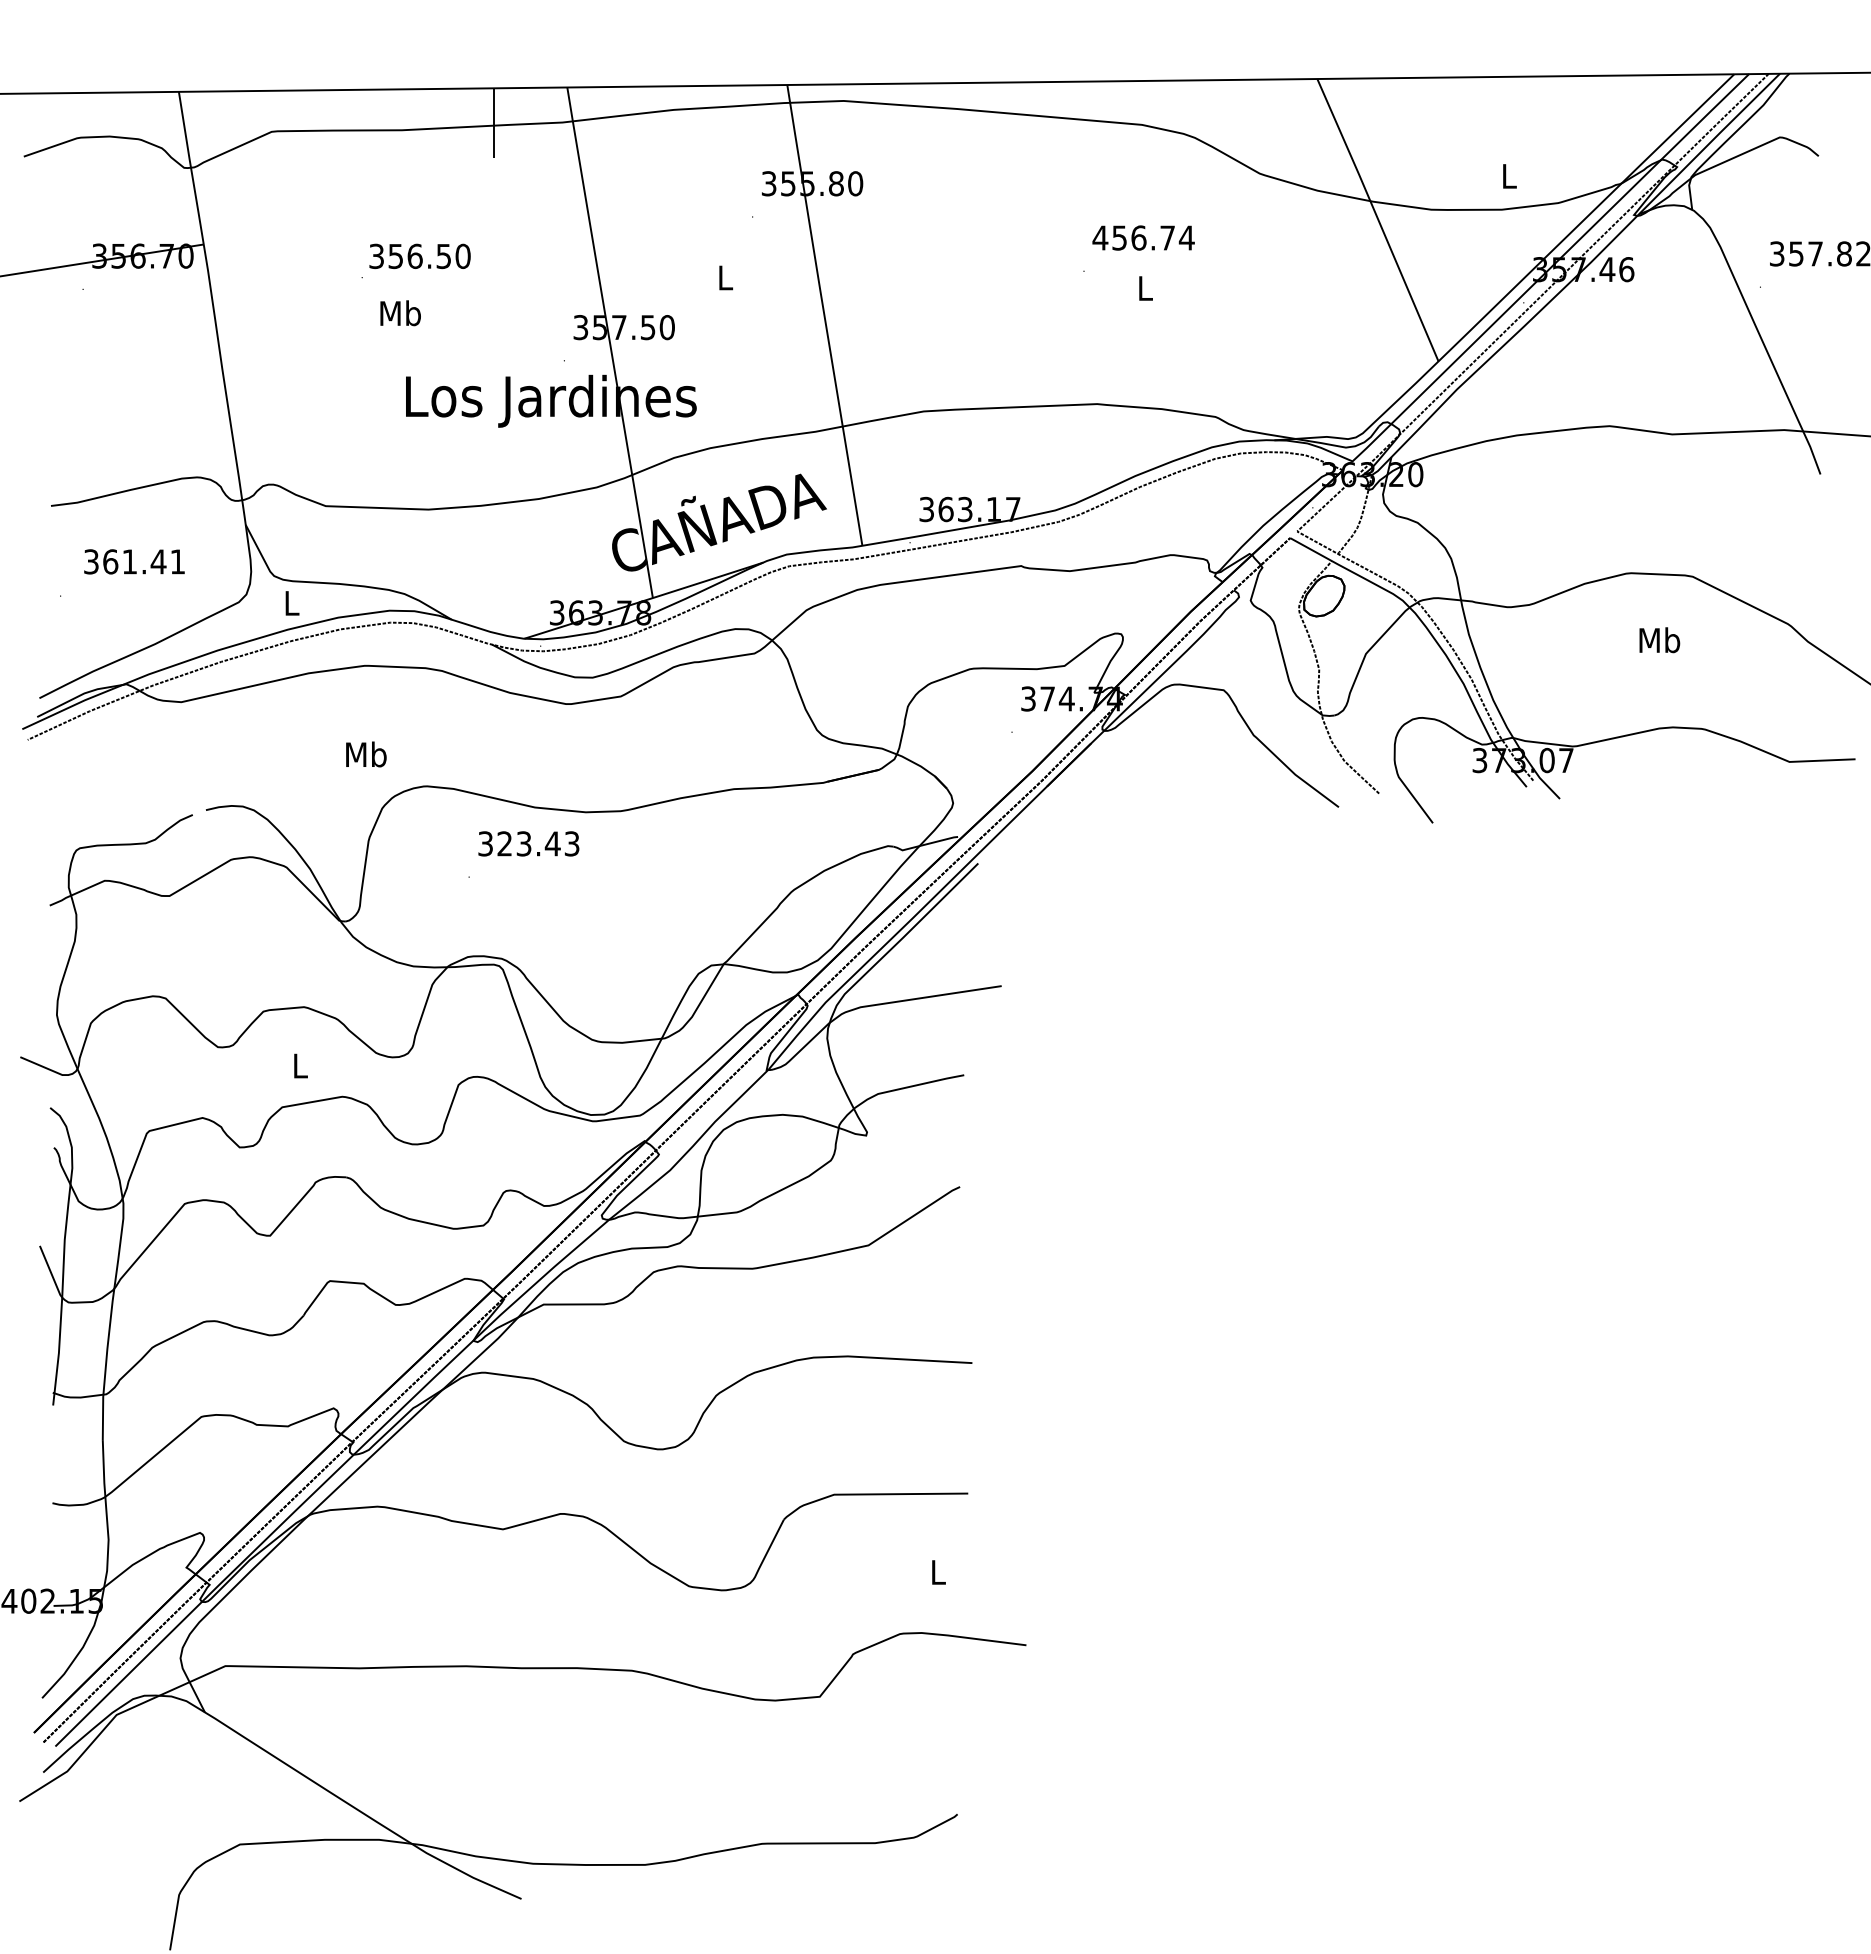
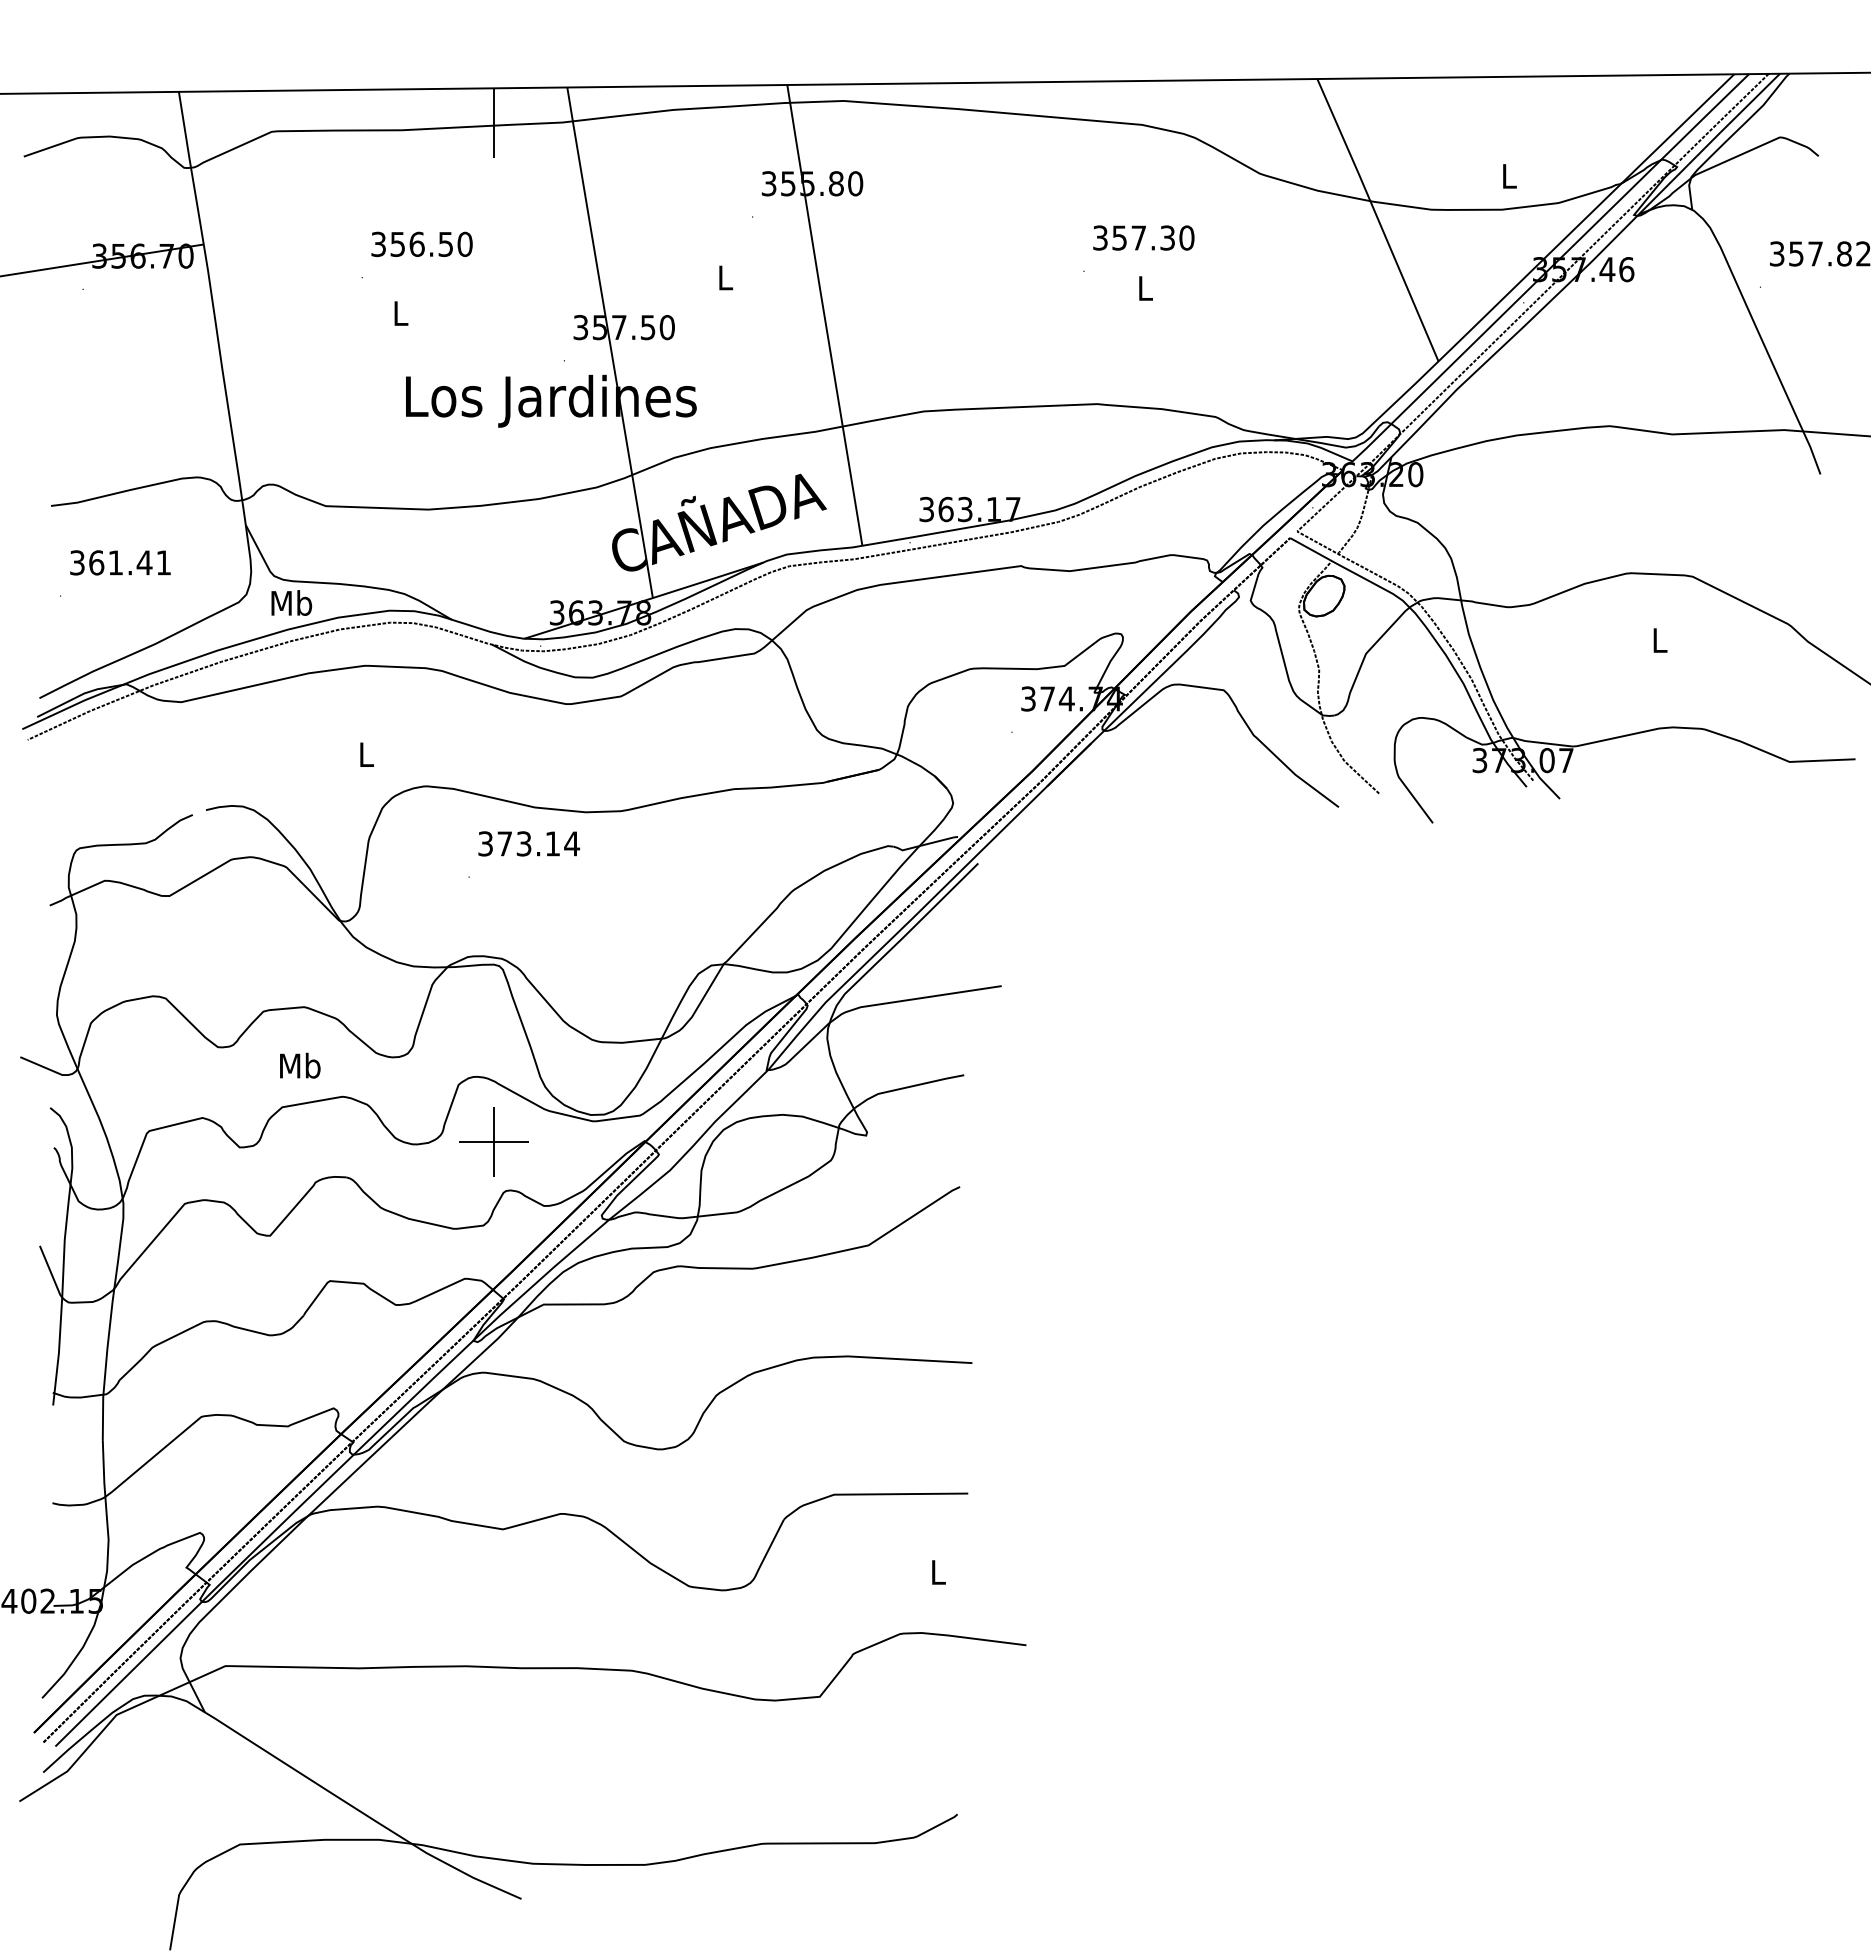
text at (1143, 237): 456.74 -> 357.30
text at (419, 256) position: (419, 256) -> (421, 244)
text at (400, 313): Mb -> L
text at (134, 561) position: (134, 561) -> (120, 562)
text at (291, 602): L -> Mb
text at (1659, 640): Mb -> L
text at (366, 754): Mb -> L
text at (538, 843): 323.43 -> 373.14
text at (300, 1065): L -> Mb
part at (493, 1141): none -> present
